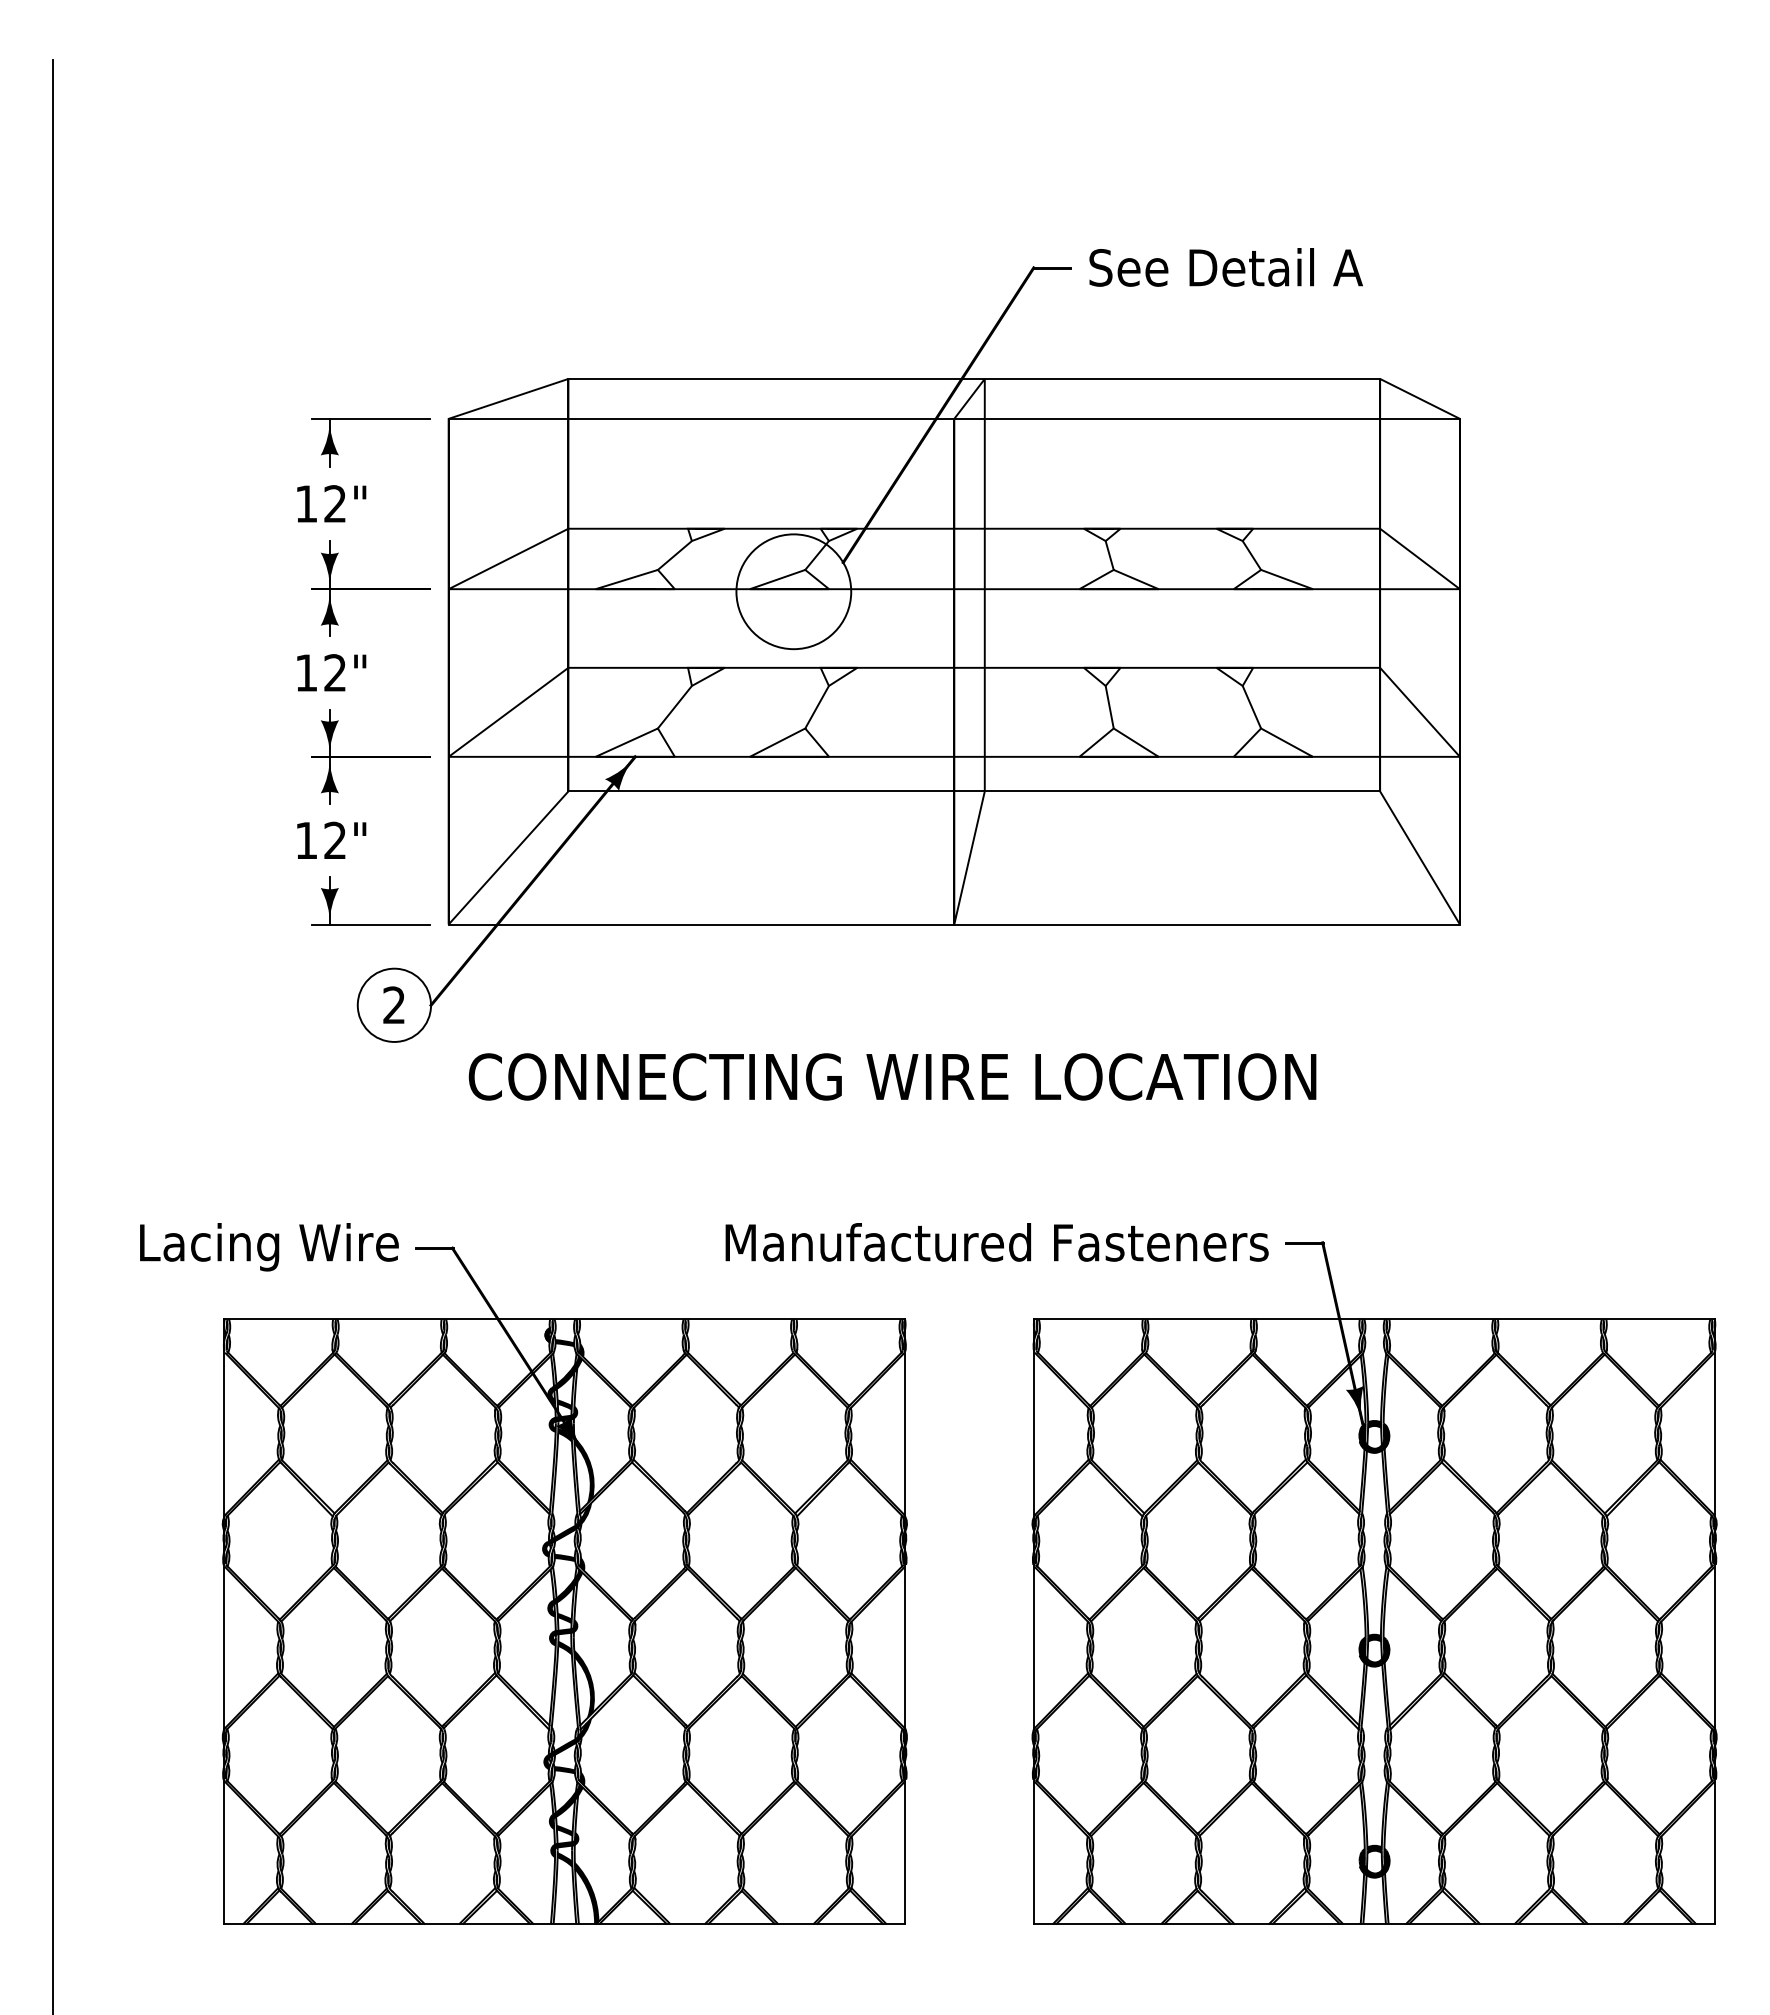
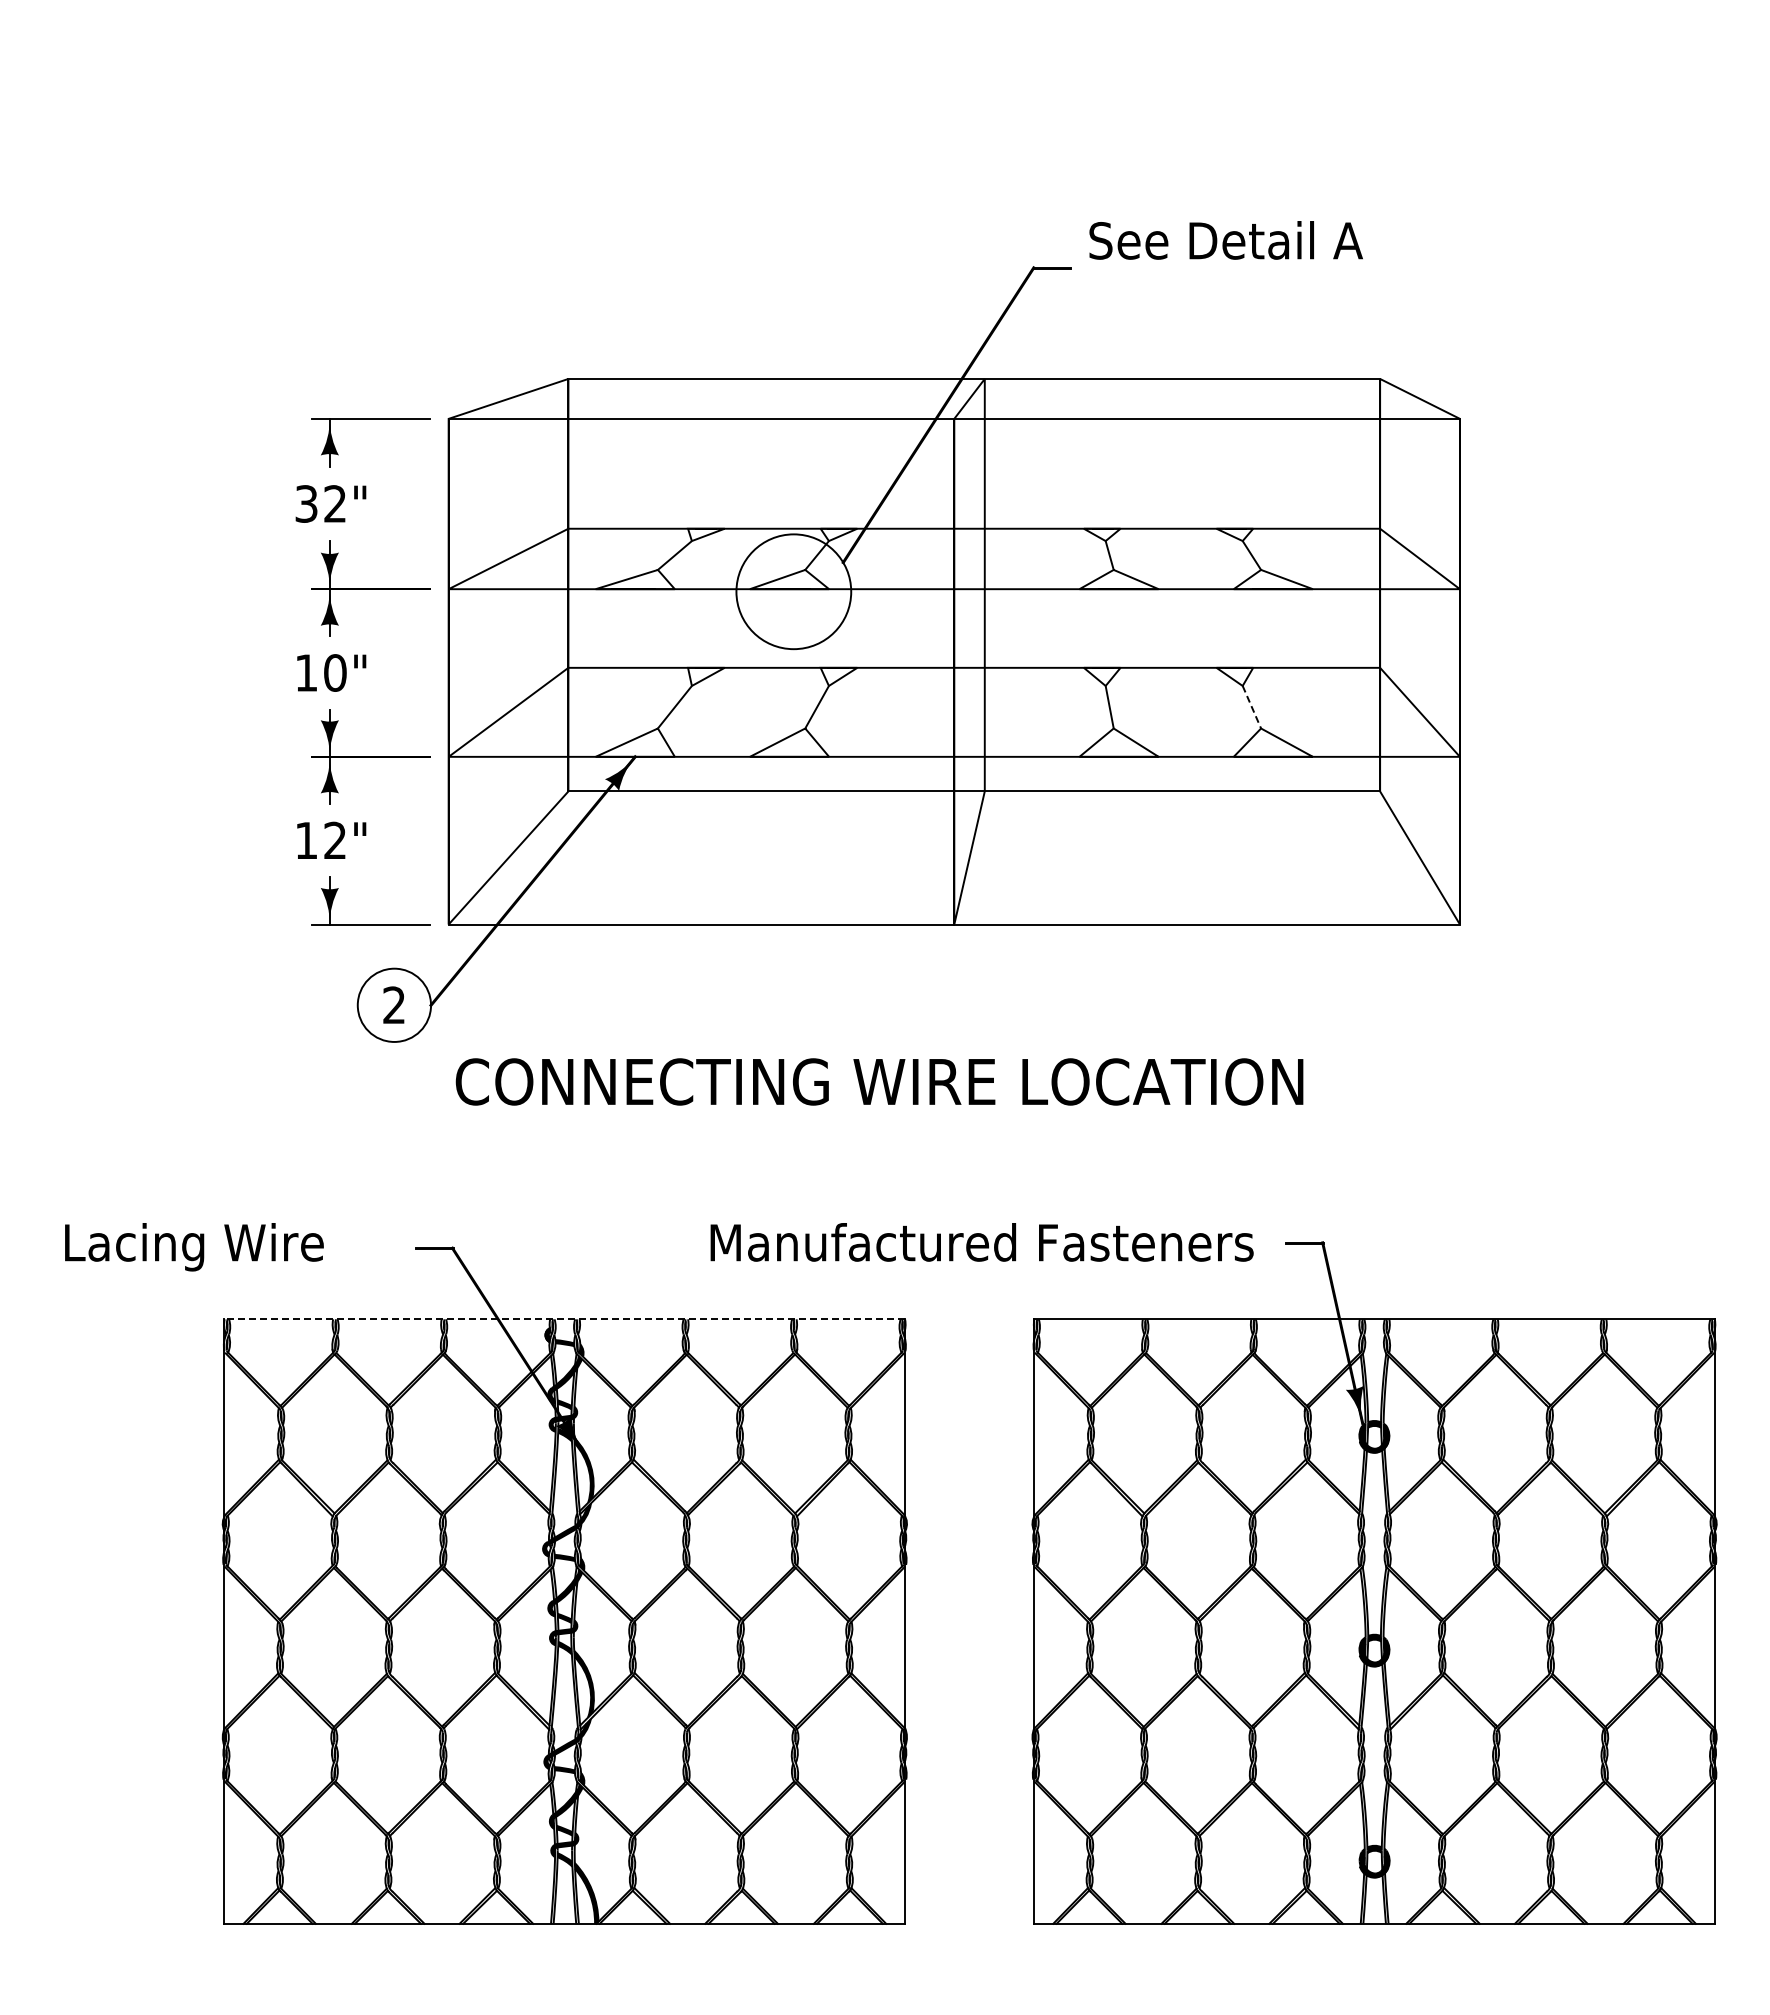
text at (1225, 267) position: (1225, 267) -> (1225, 240)
text at (306, 503): 12" -> 32"
text at (335, 672): 12" -> 10"
line at (1252, 707): solid -> dashed
line at (53, 1035): present -> none
text at (892, 1076) position: (892, 1076) -> (879, 1081)
text at (996, 1242) position: (996, 1242) -> (981, 1242)
text at (269, 1247) position: (269, 1247) -> (194, 1247)
line at (564, 1319): solid -> dashed
